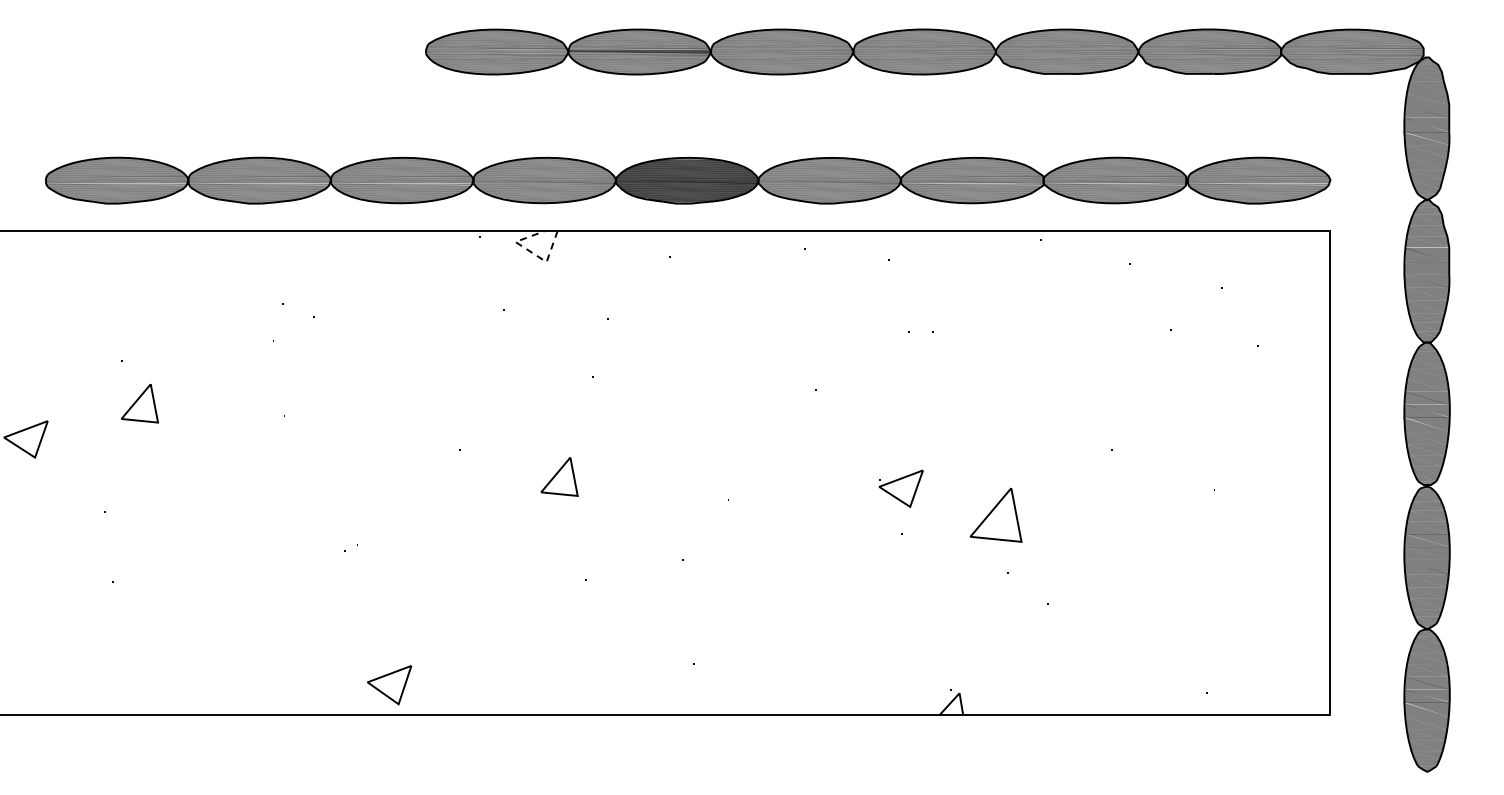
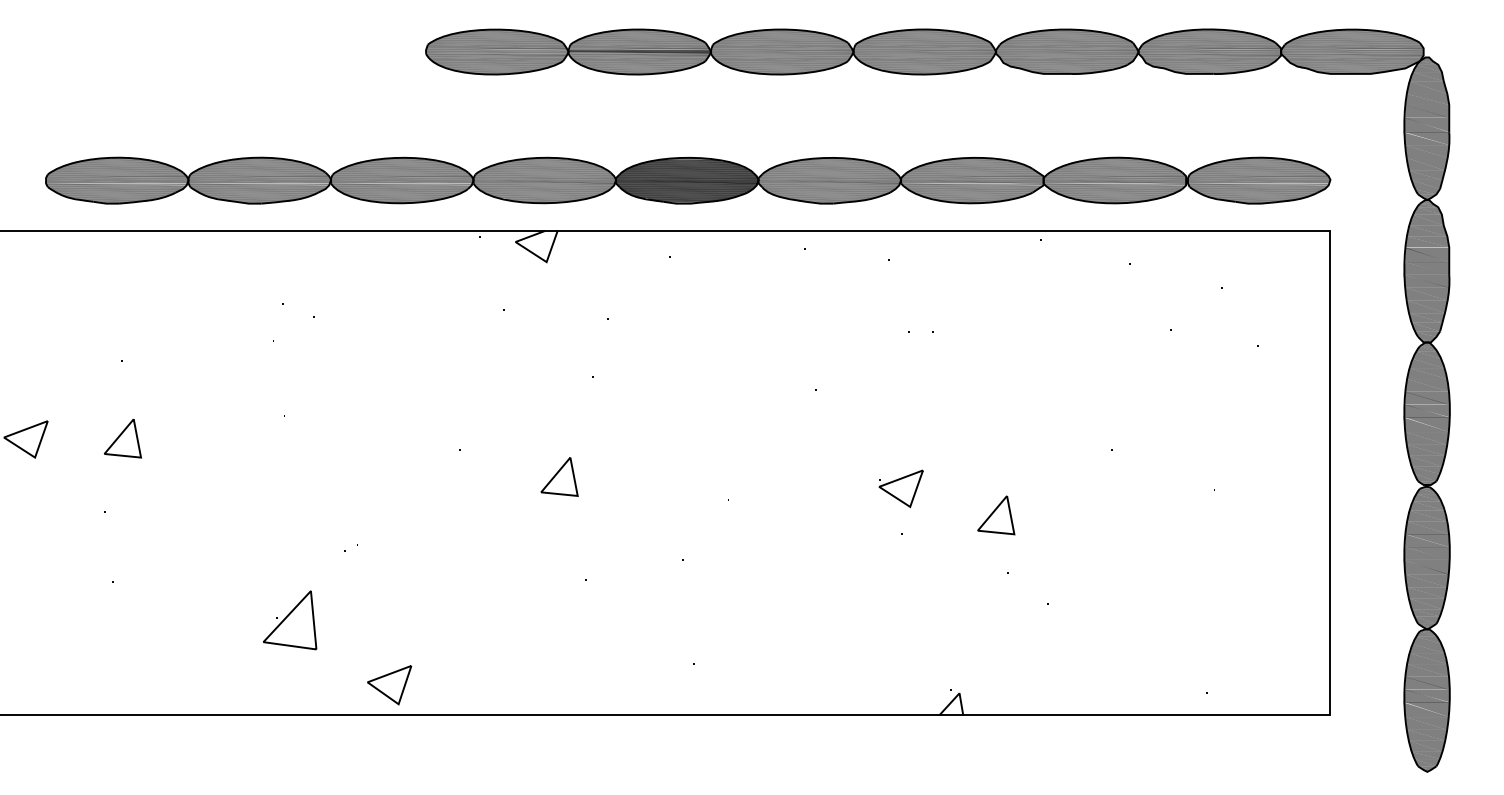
line at (531, 252): dashed -> solid
part at (139, 403) position: (139, 403) -> (122, 438)
part at (995, 514) size: 54x56 px -> 39x41 px
part at (289, 620): none -> present
